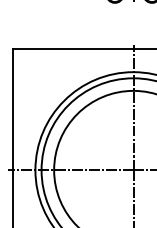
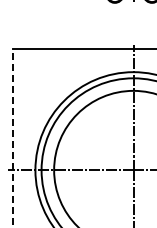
line at (12, 138): solid -> dashed
